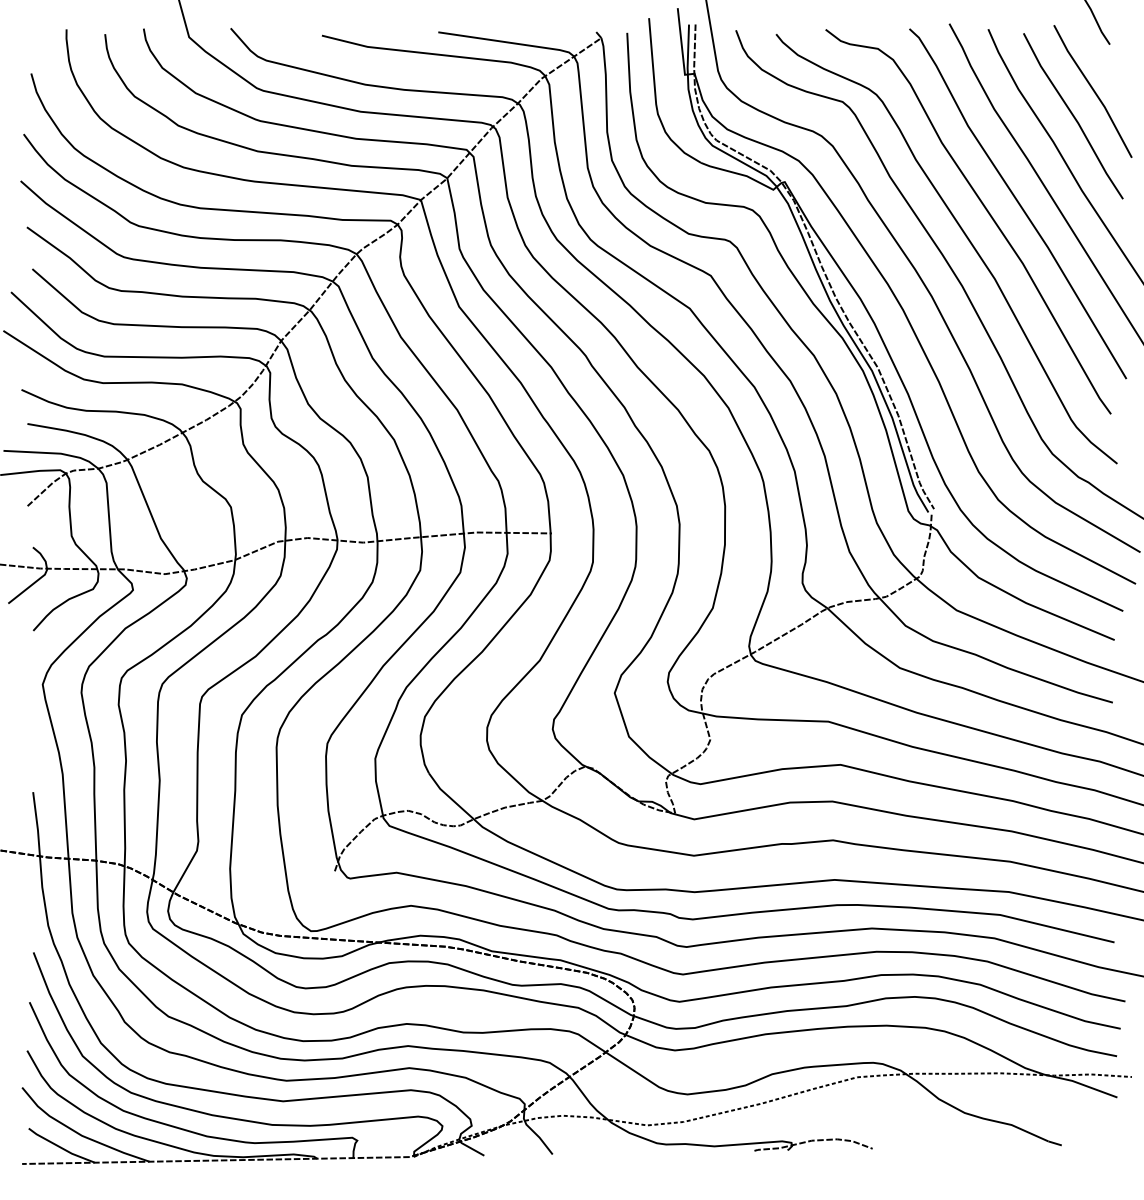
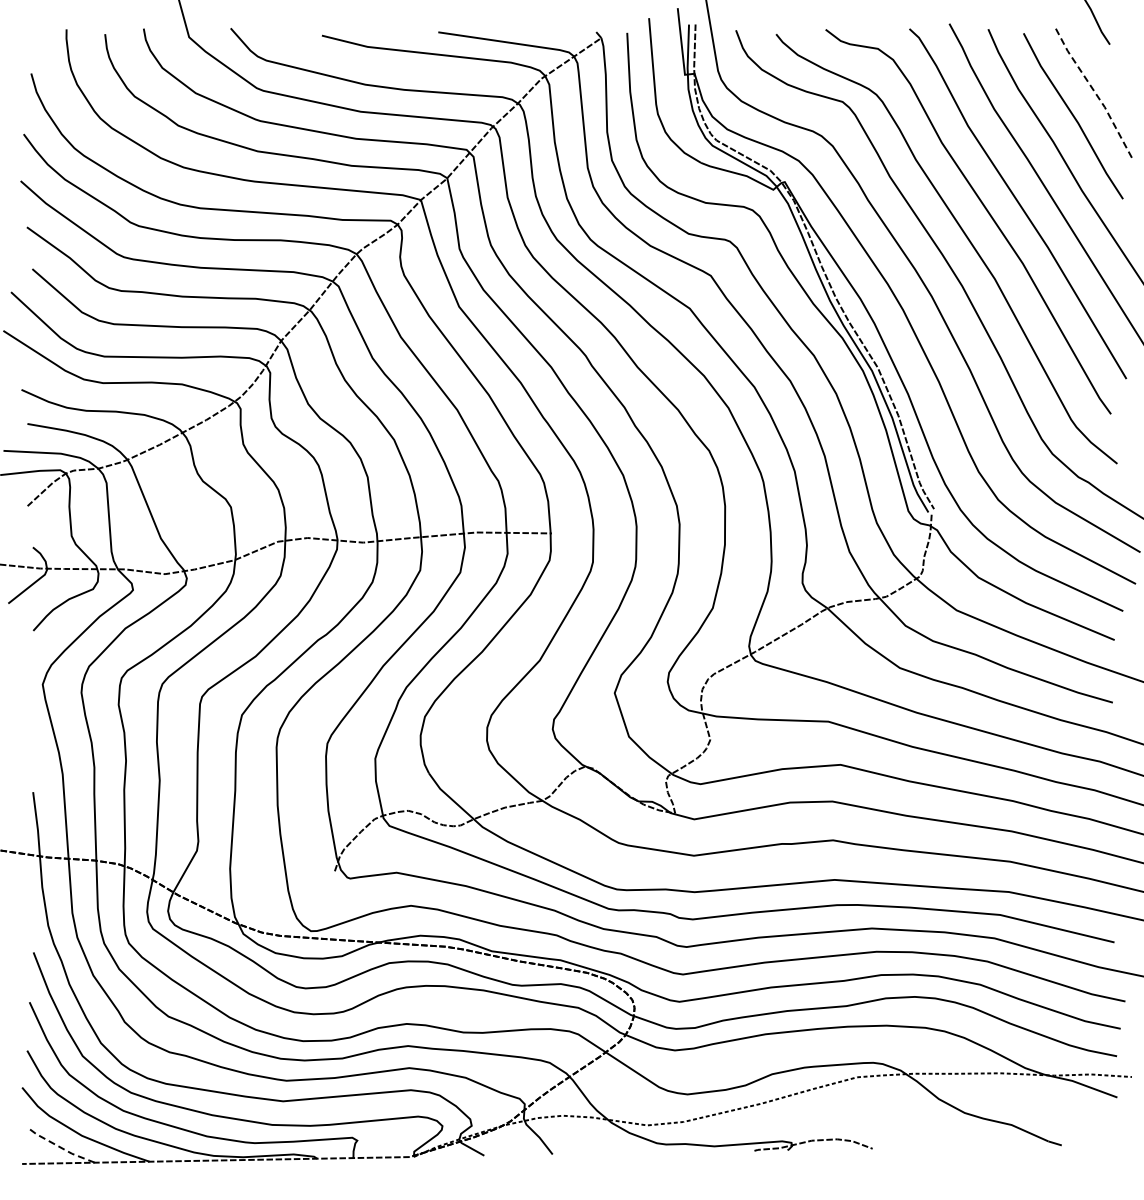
line at (1093, 90): solid -> dashed
line at (60, 1147): solid -> dashed
